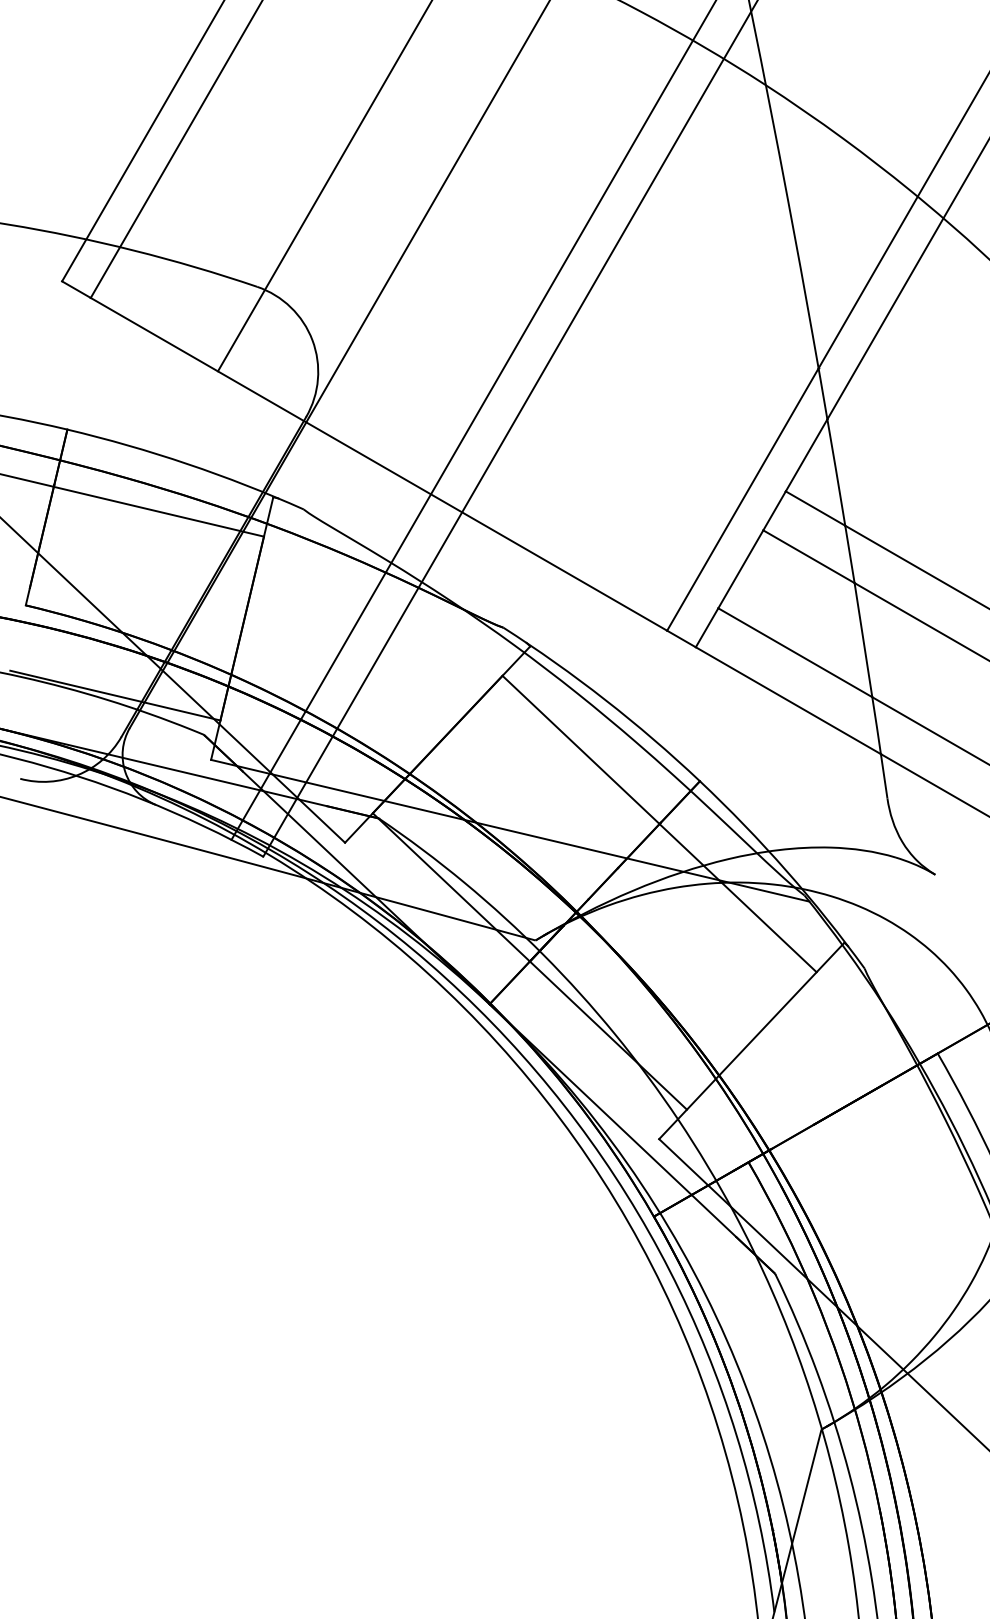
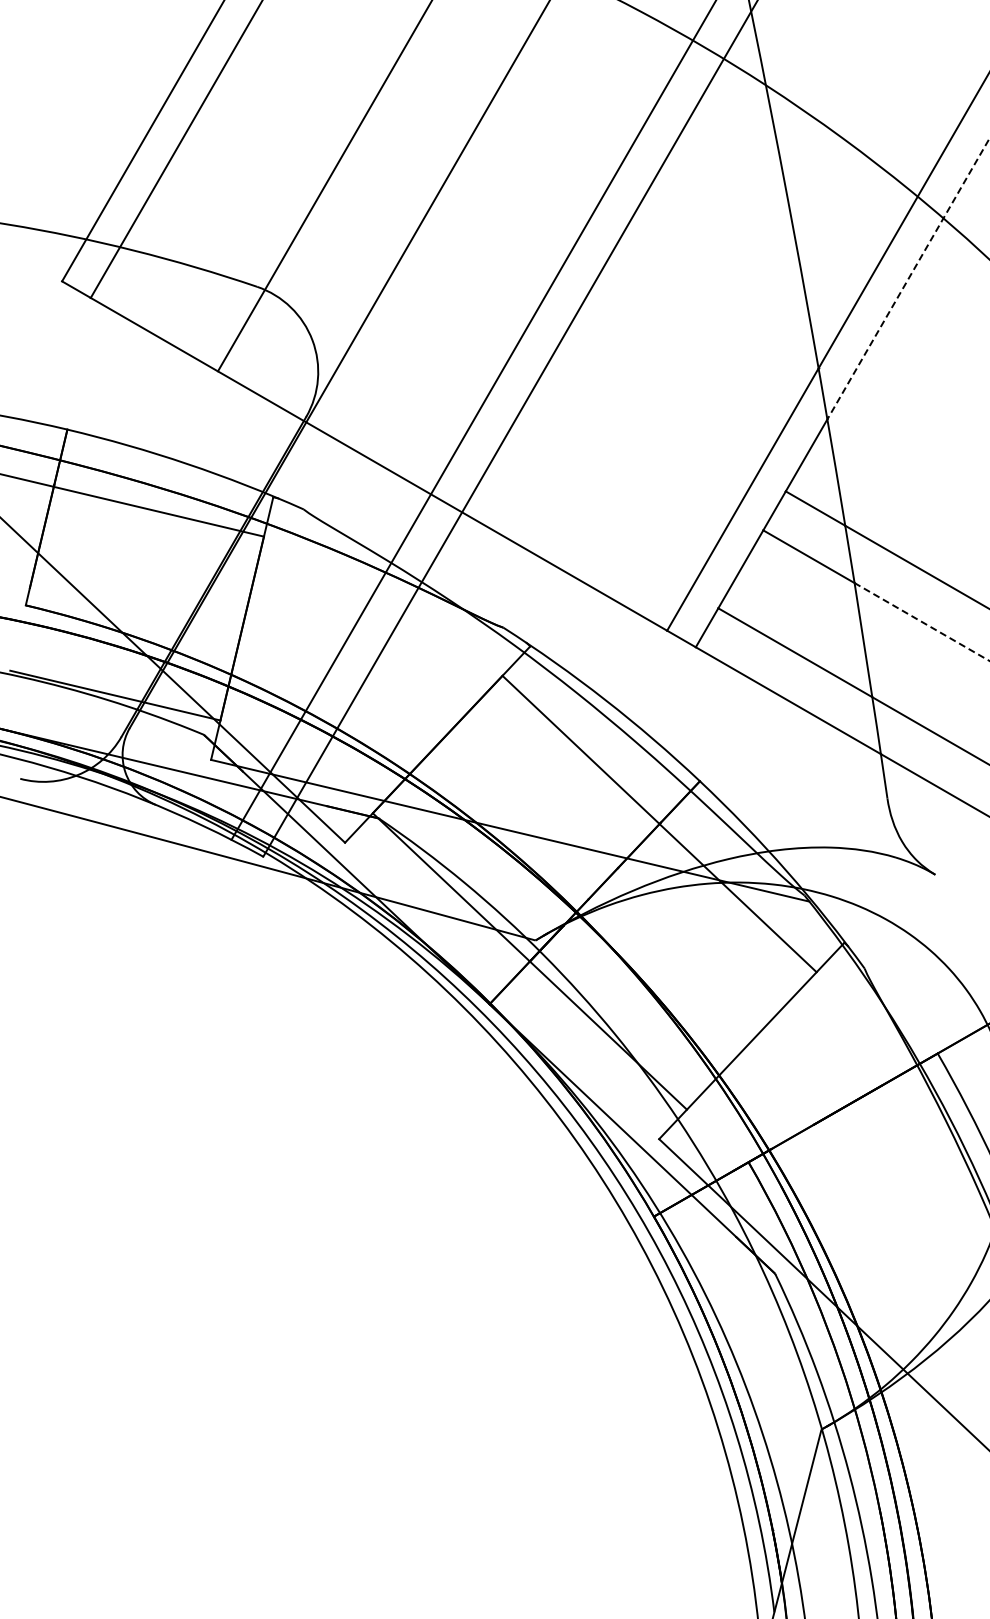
line at (908, 279): solid -> dashed
line at (922, 622): solid -> dashed
